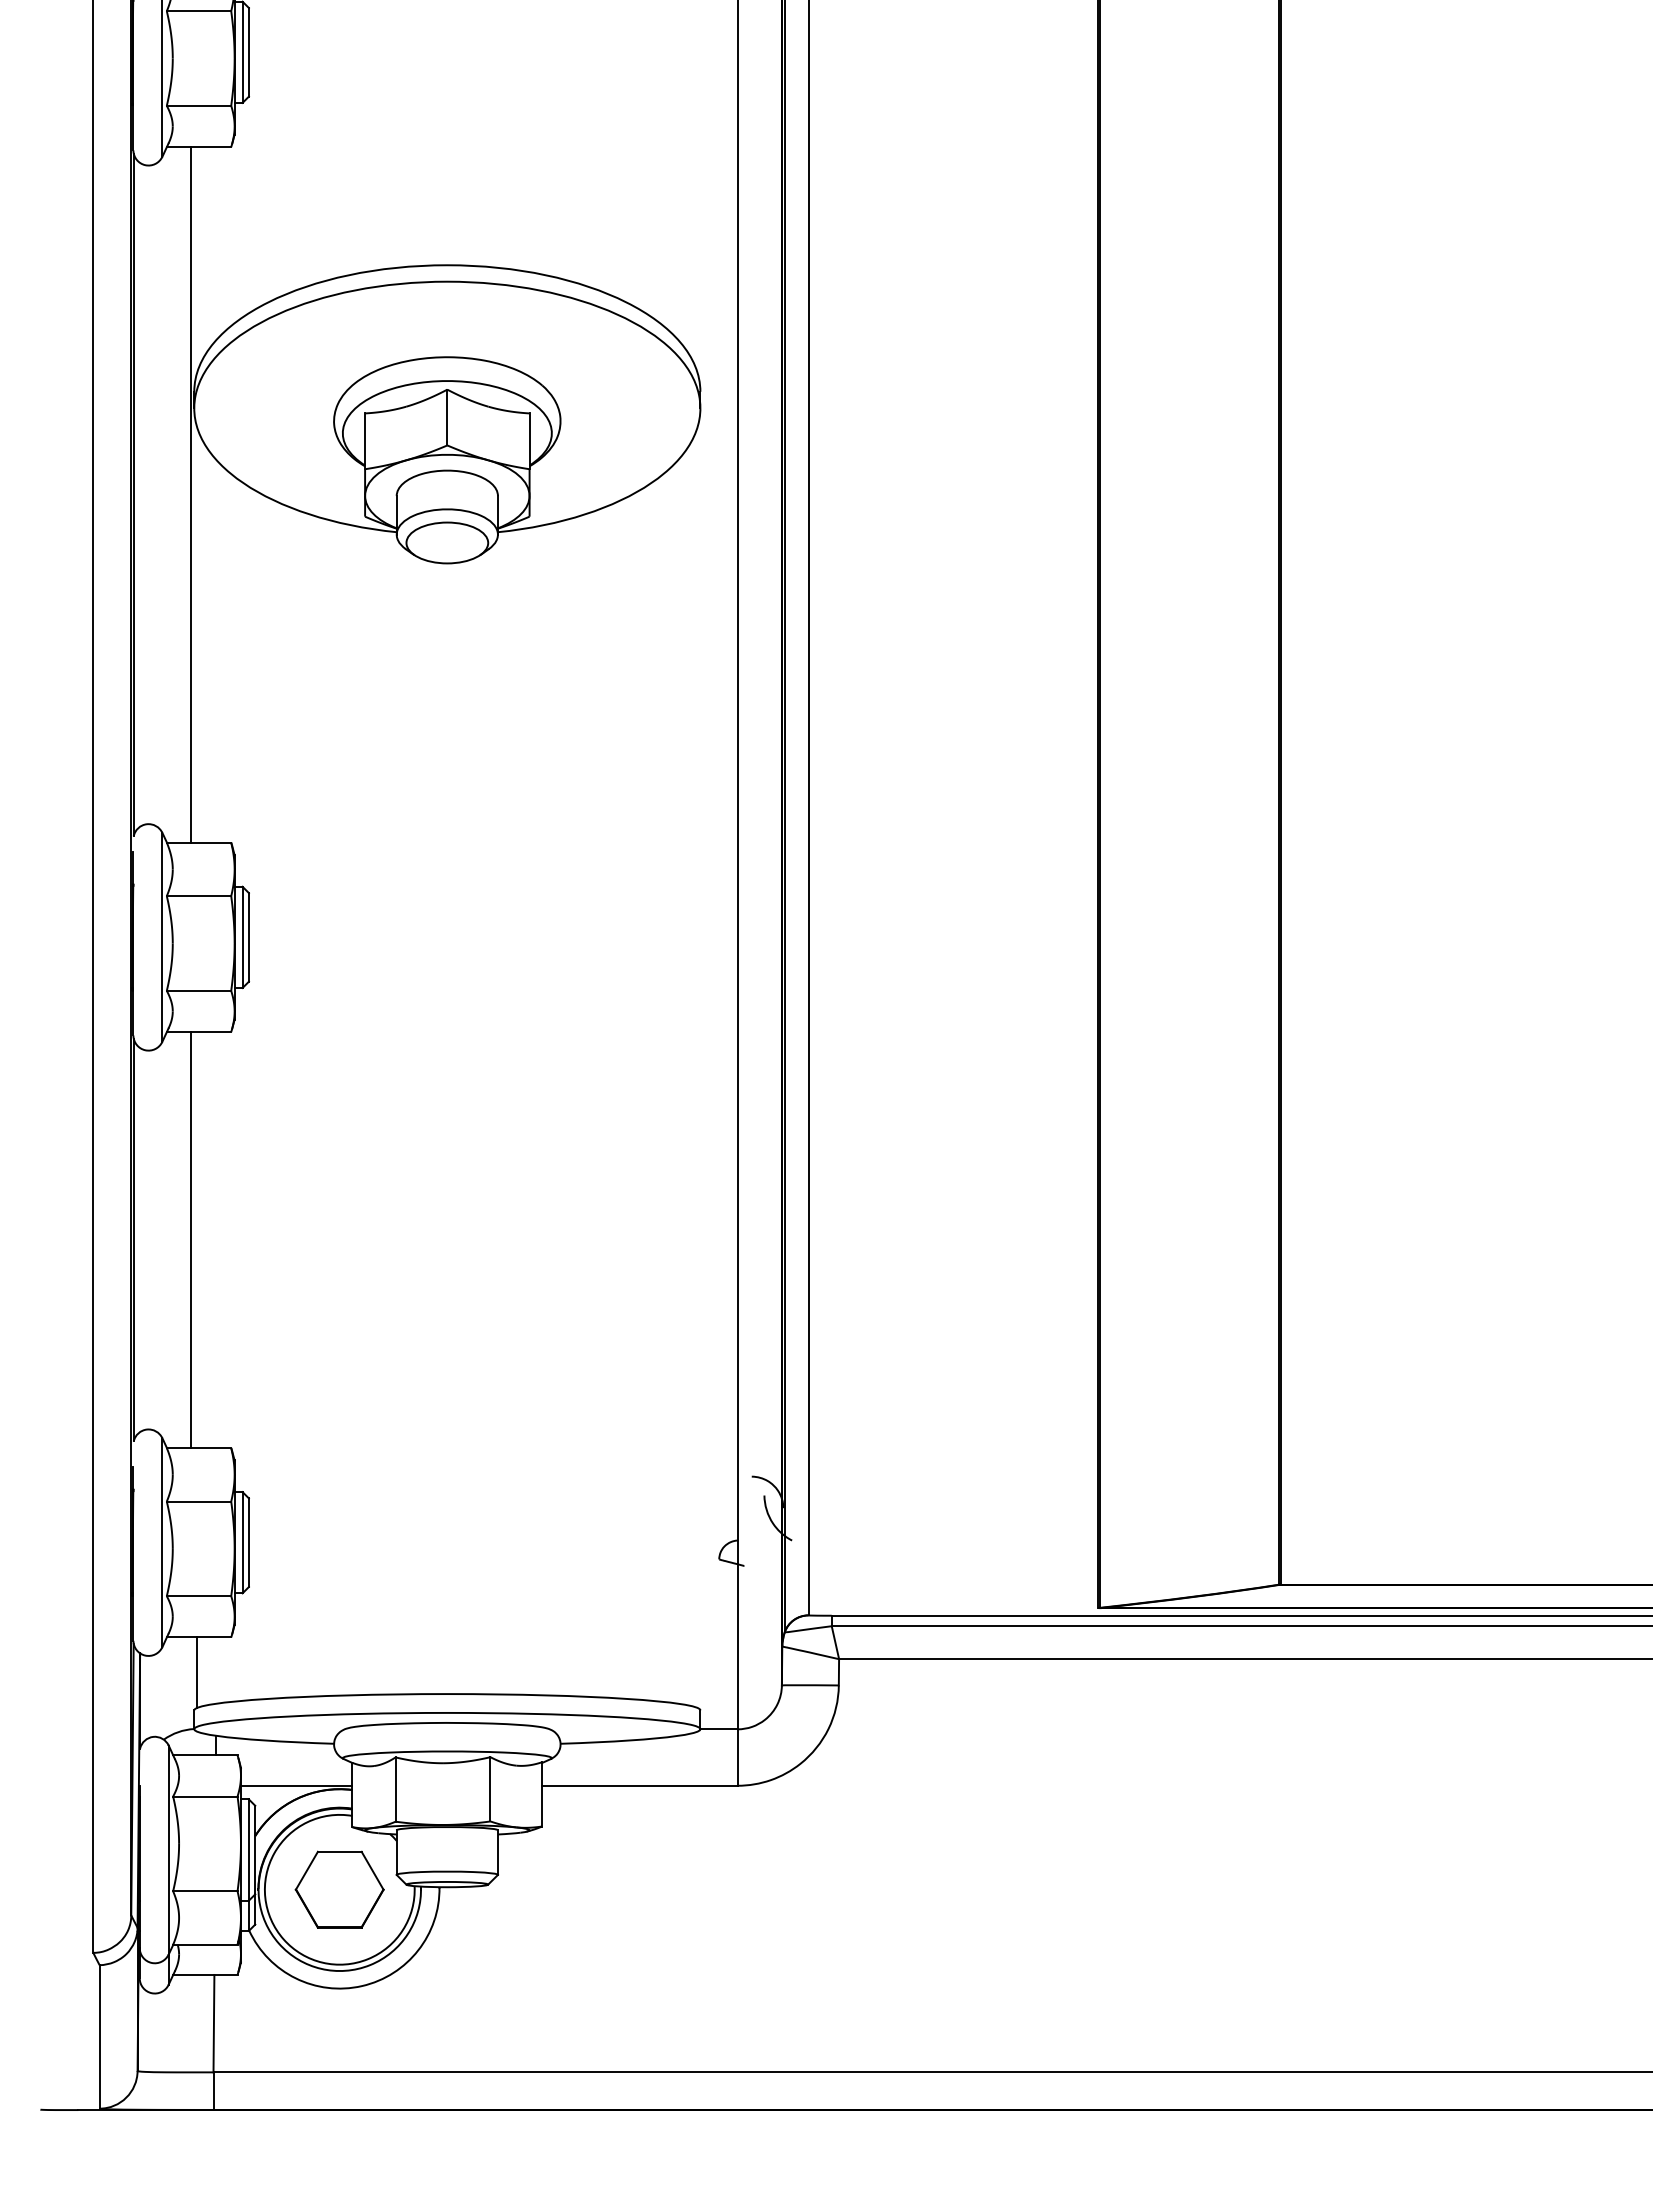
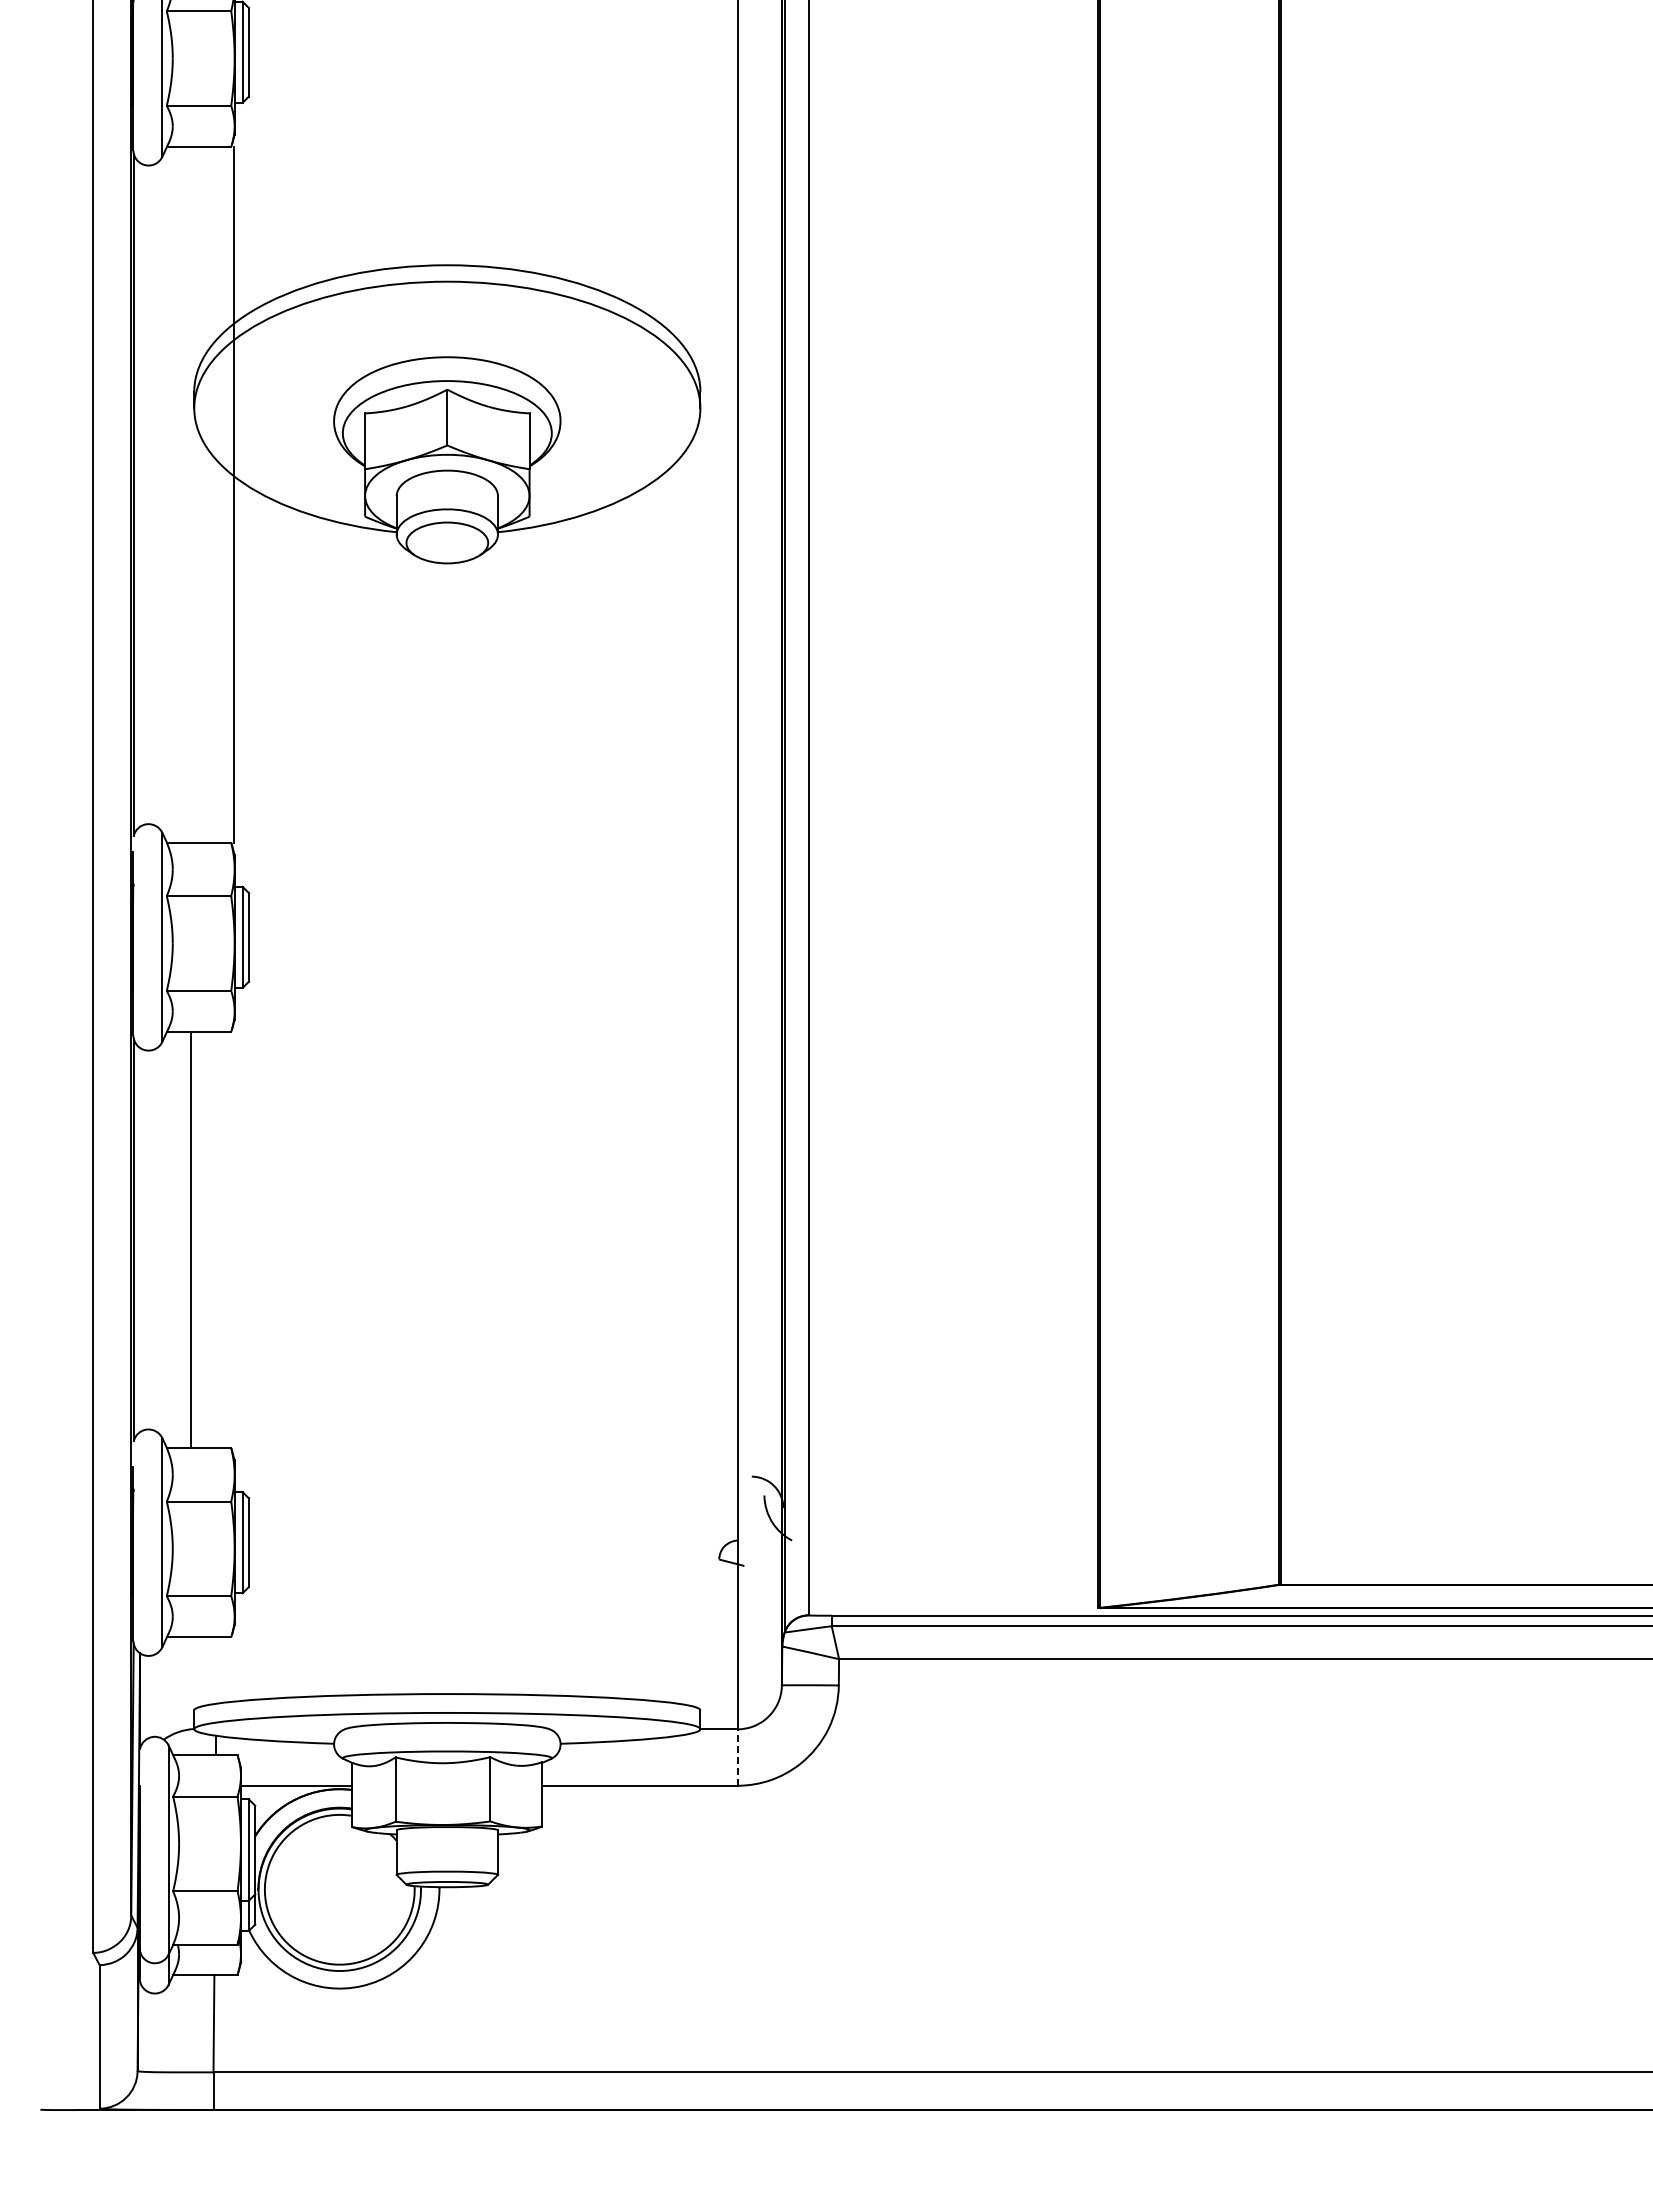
line at (190, 494) position: (190, 494) -> (233, 494)
line at (197, 1672): present -> none
line at (737, 1757): solid -> dashed
part at (339, 1889): present -> none
